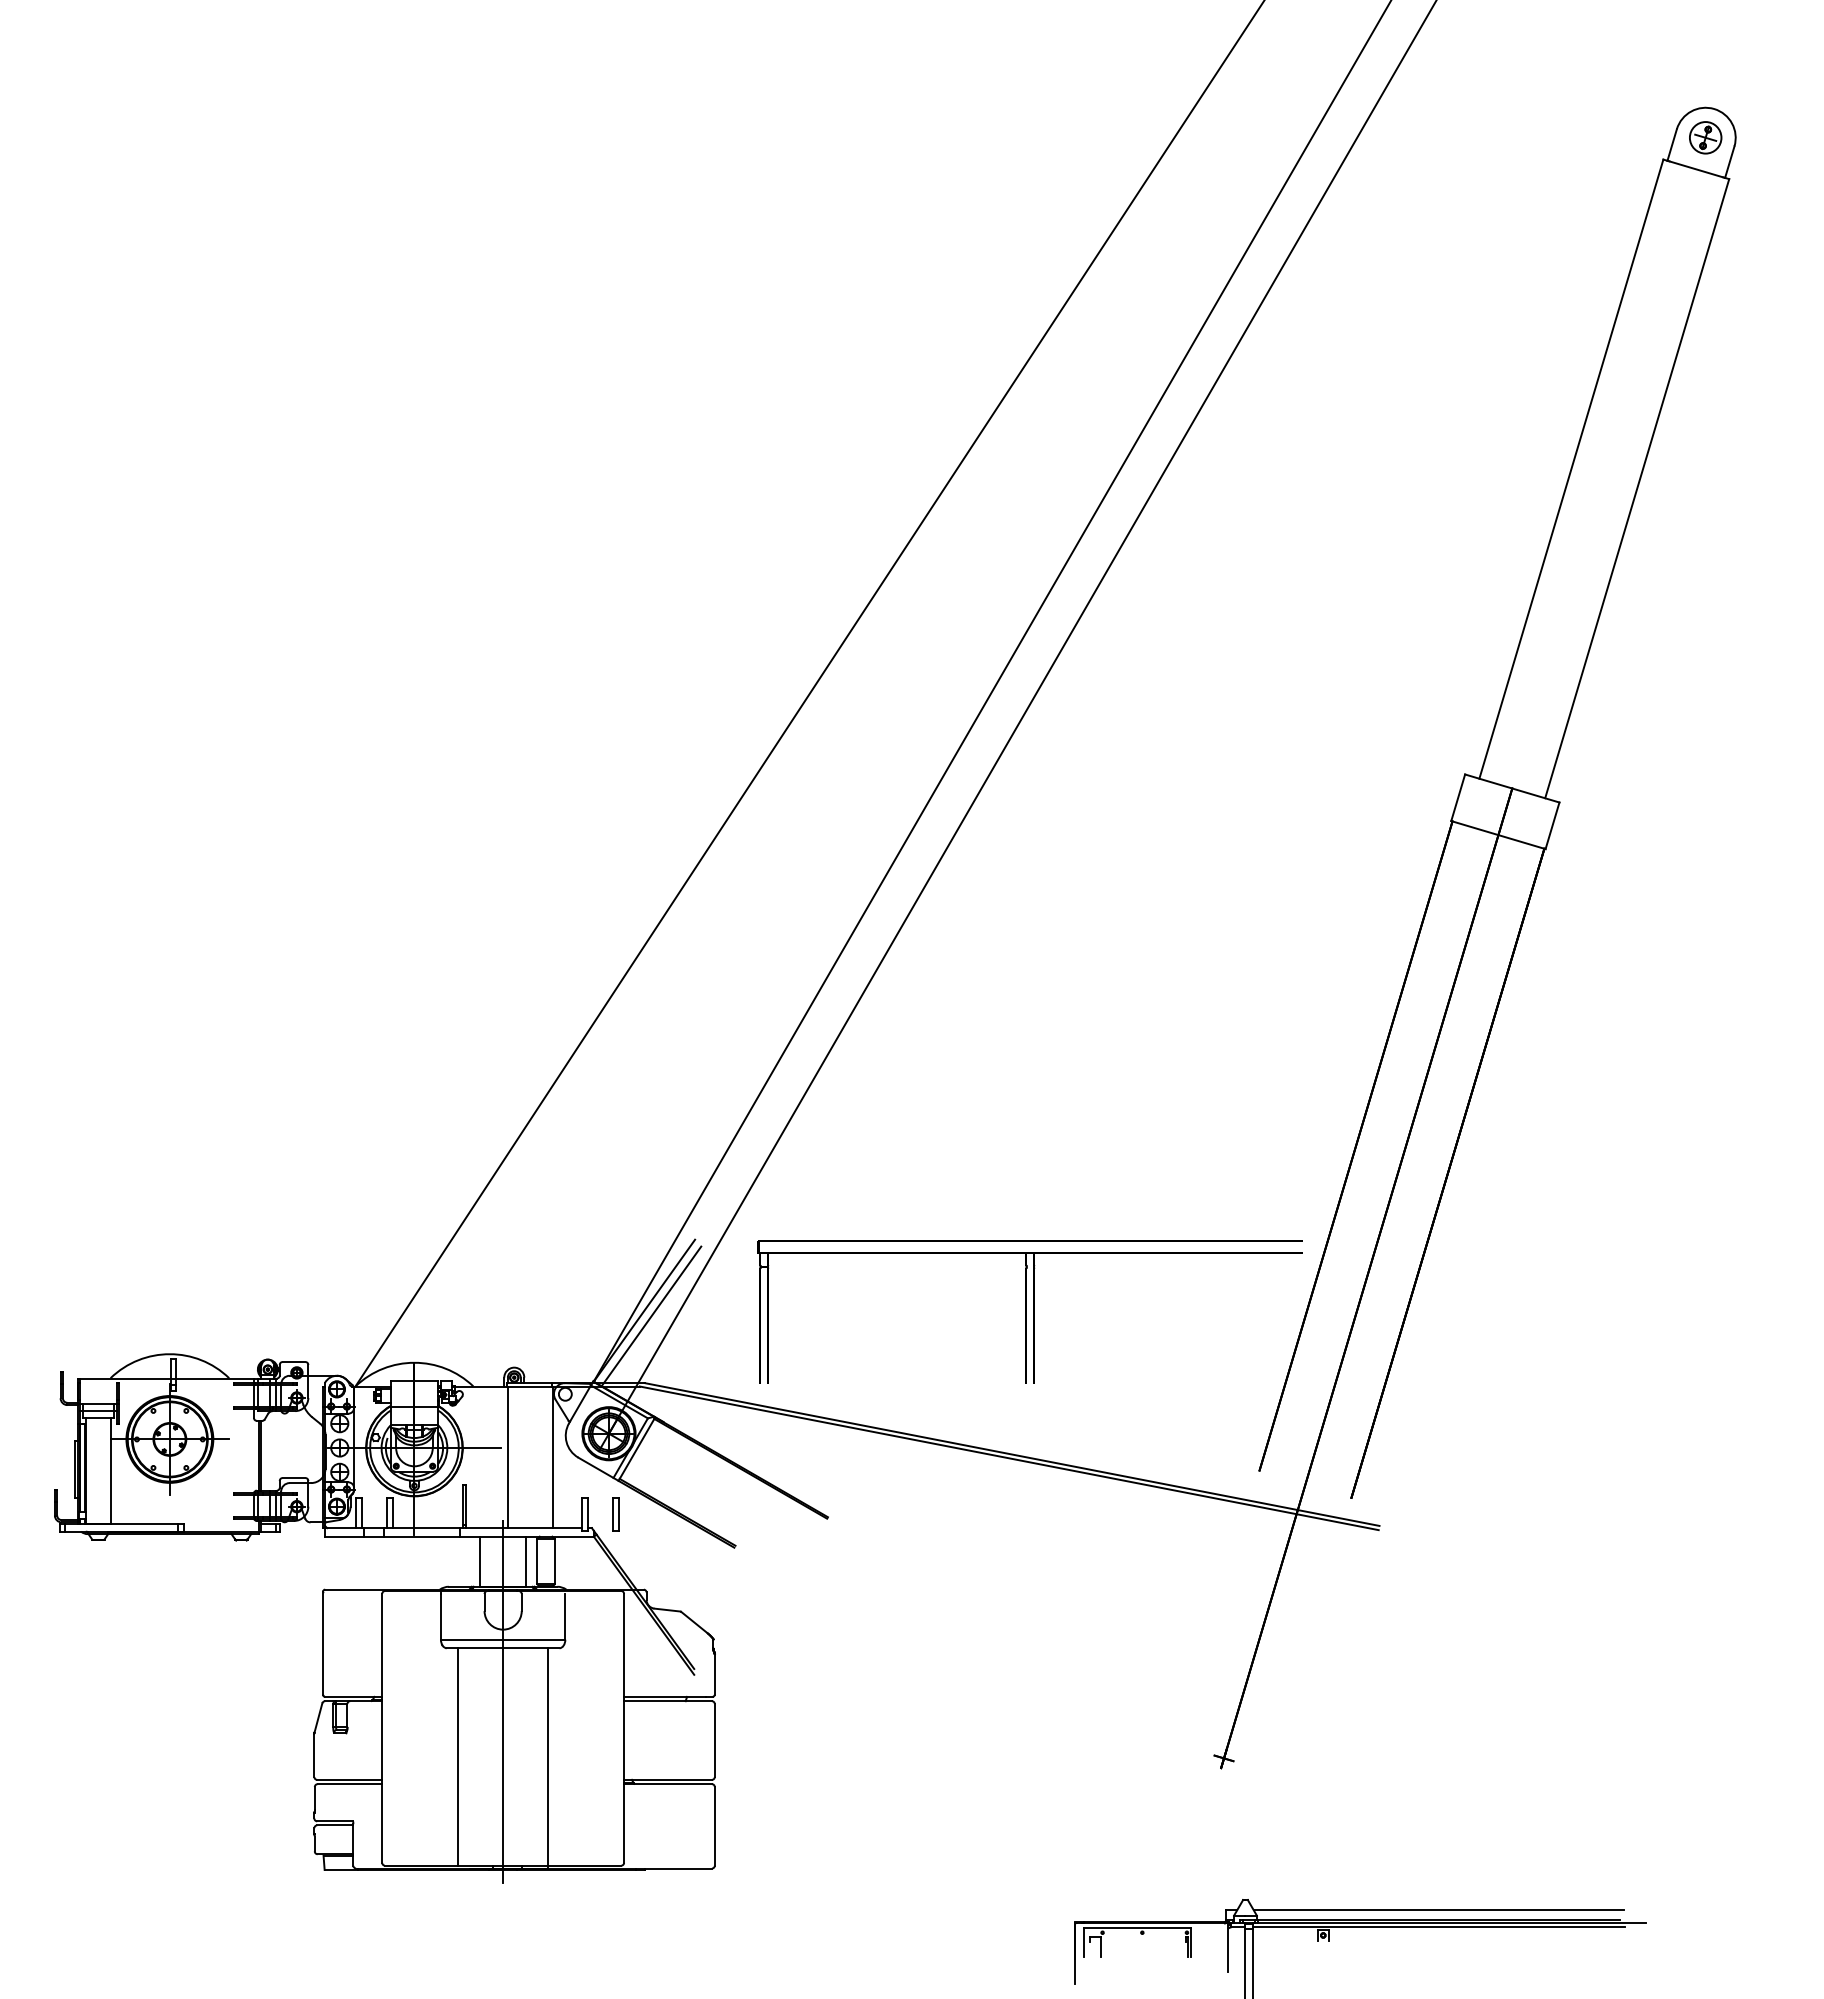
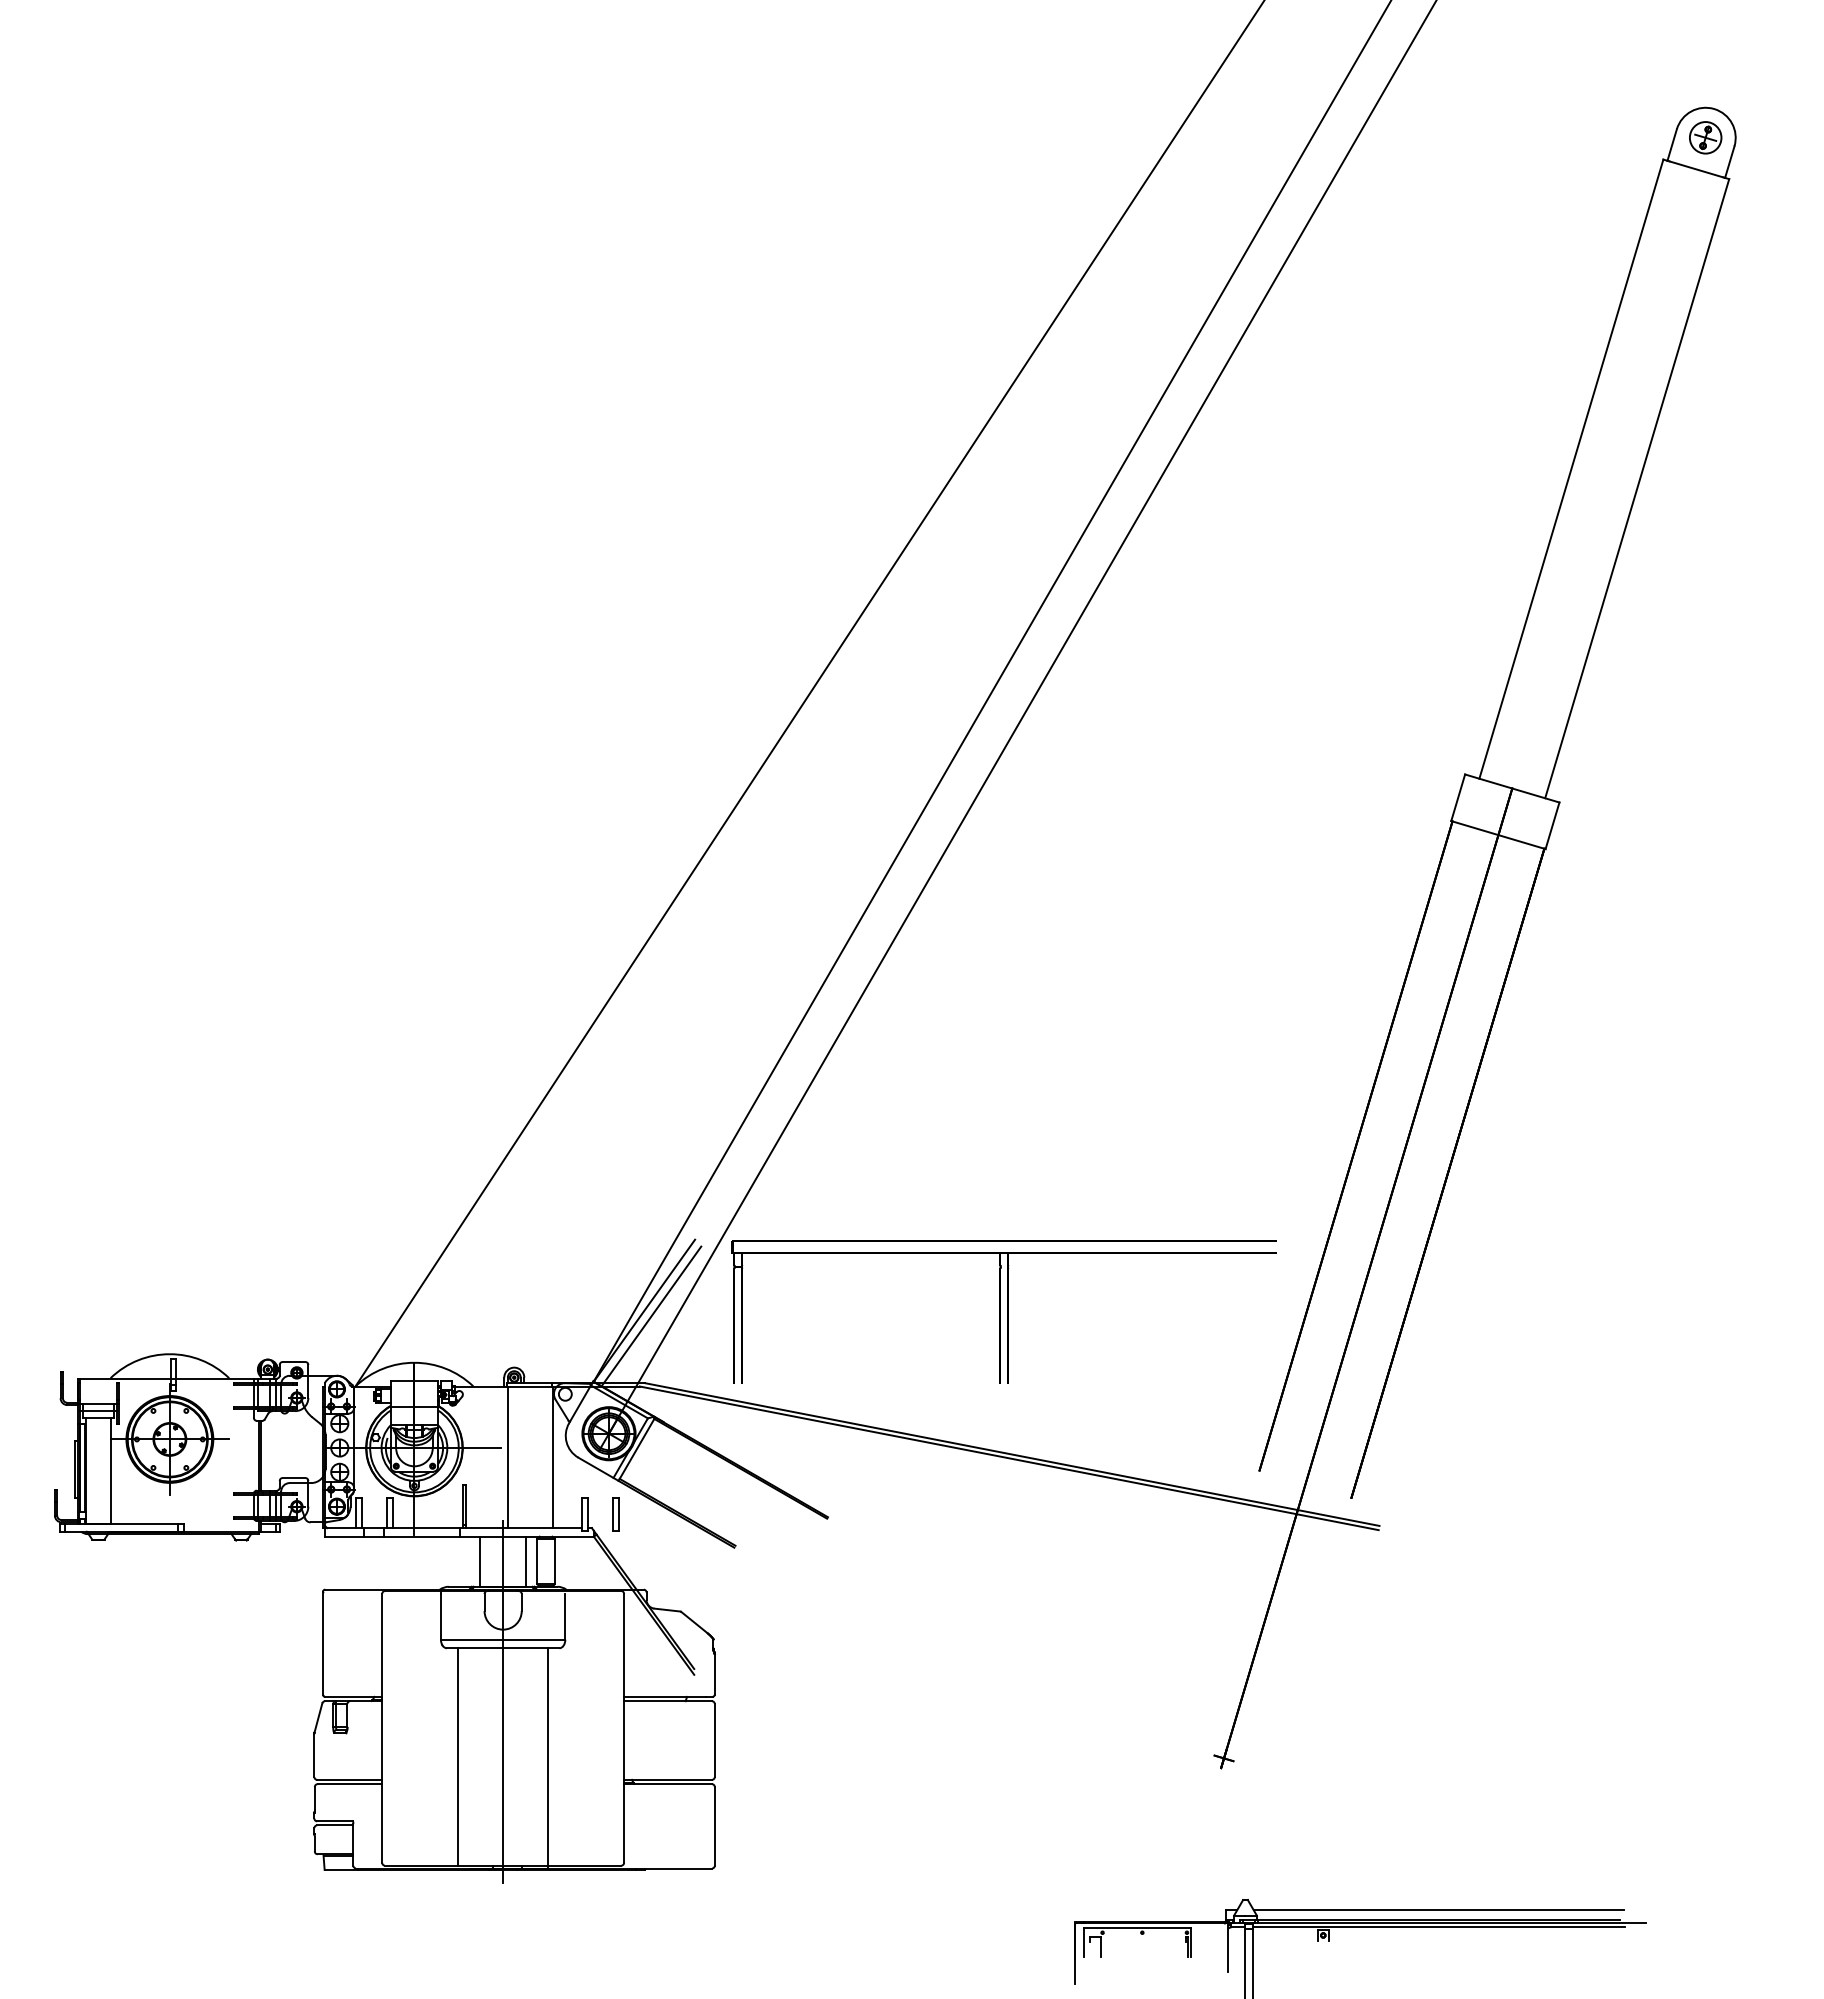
part at (1029, 1311) position: (1029, 1311) -> (1003, 1311)
